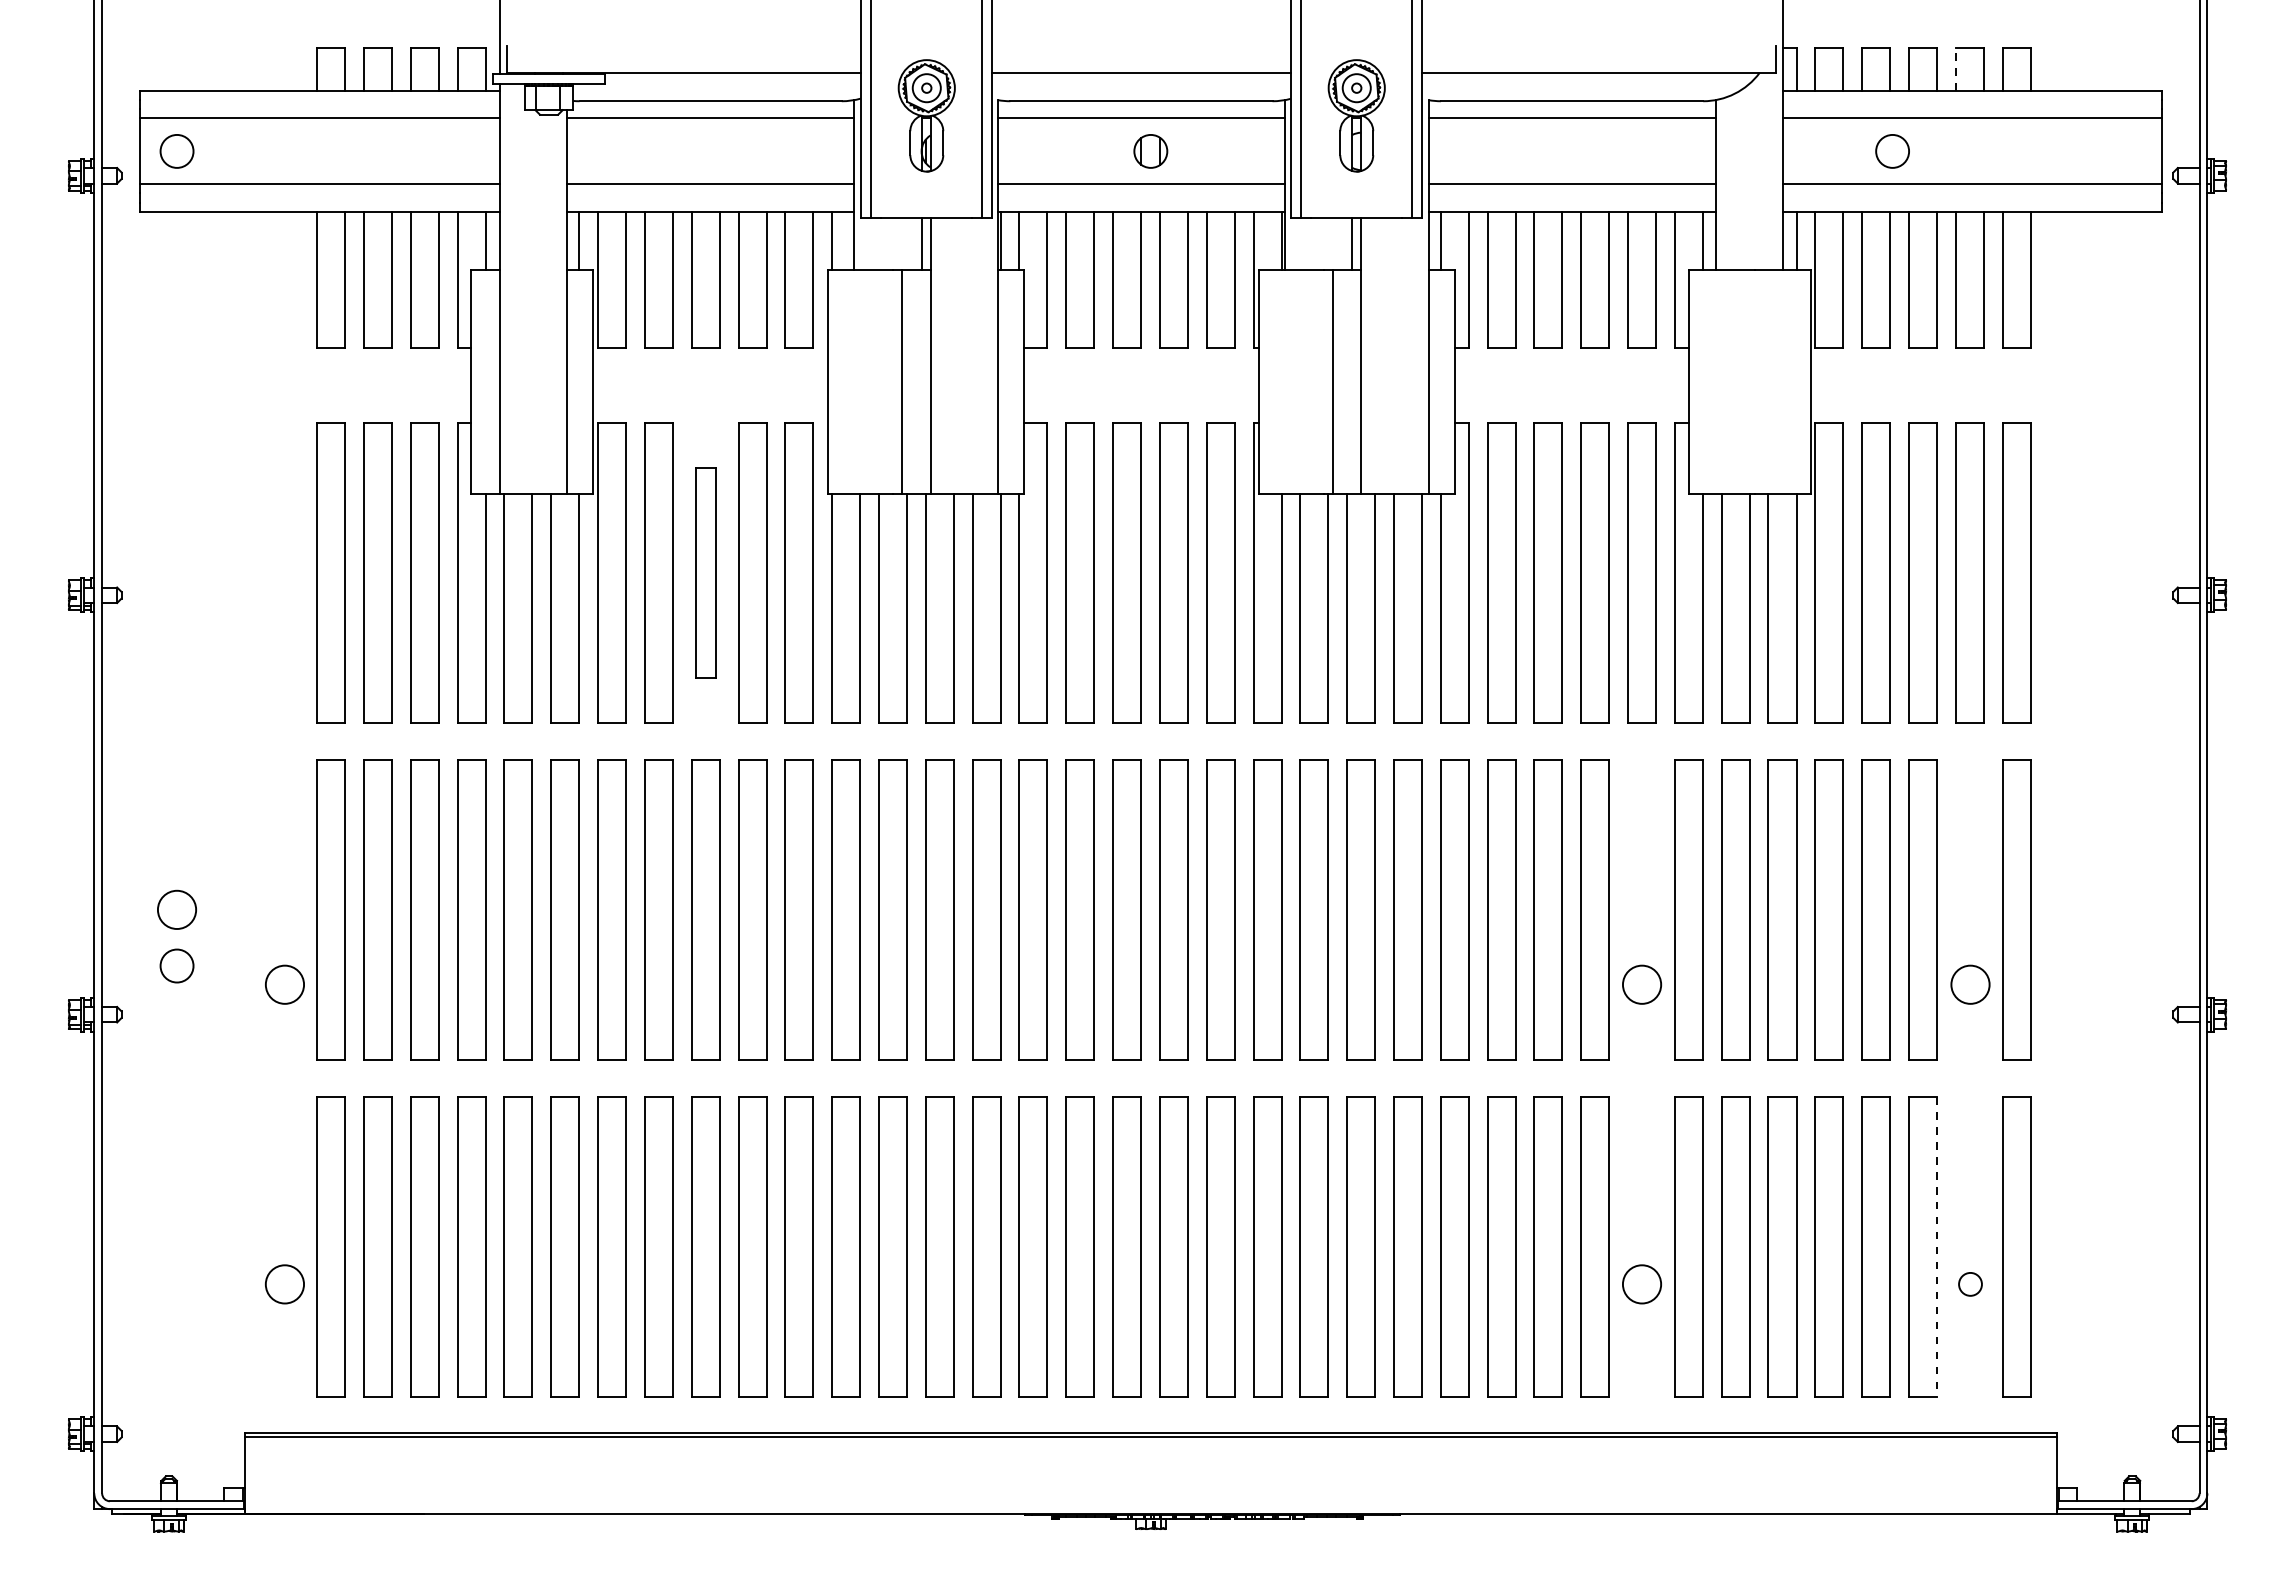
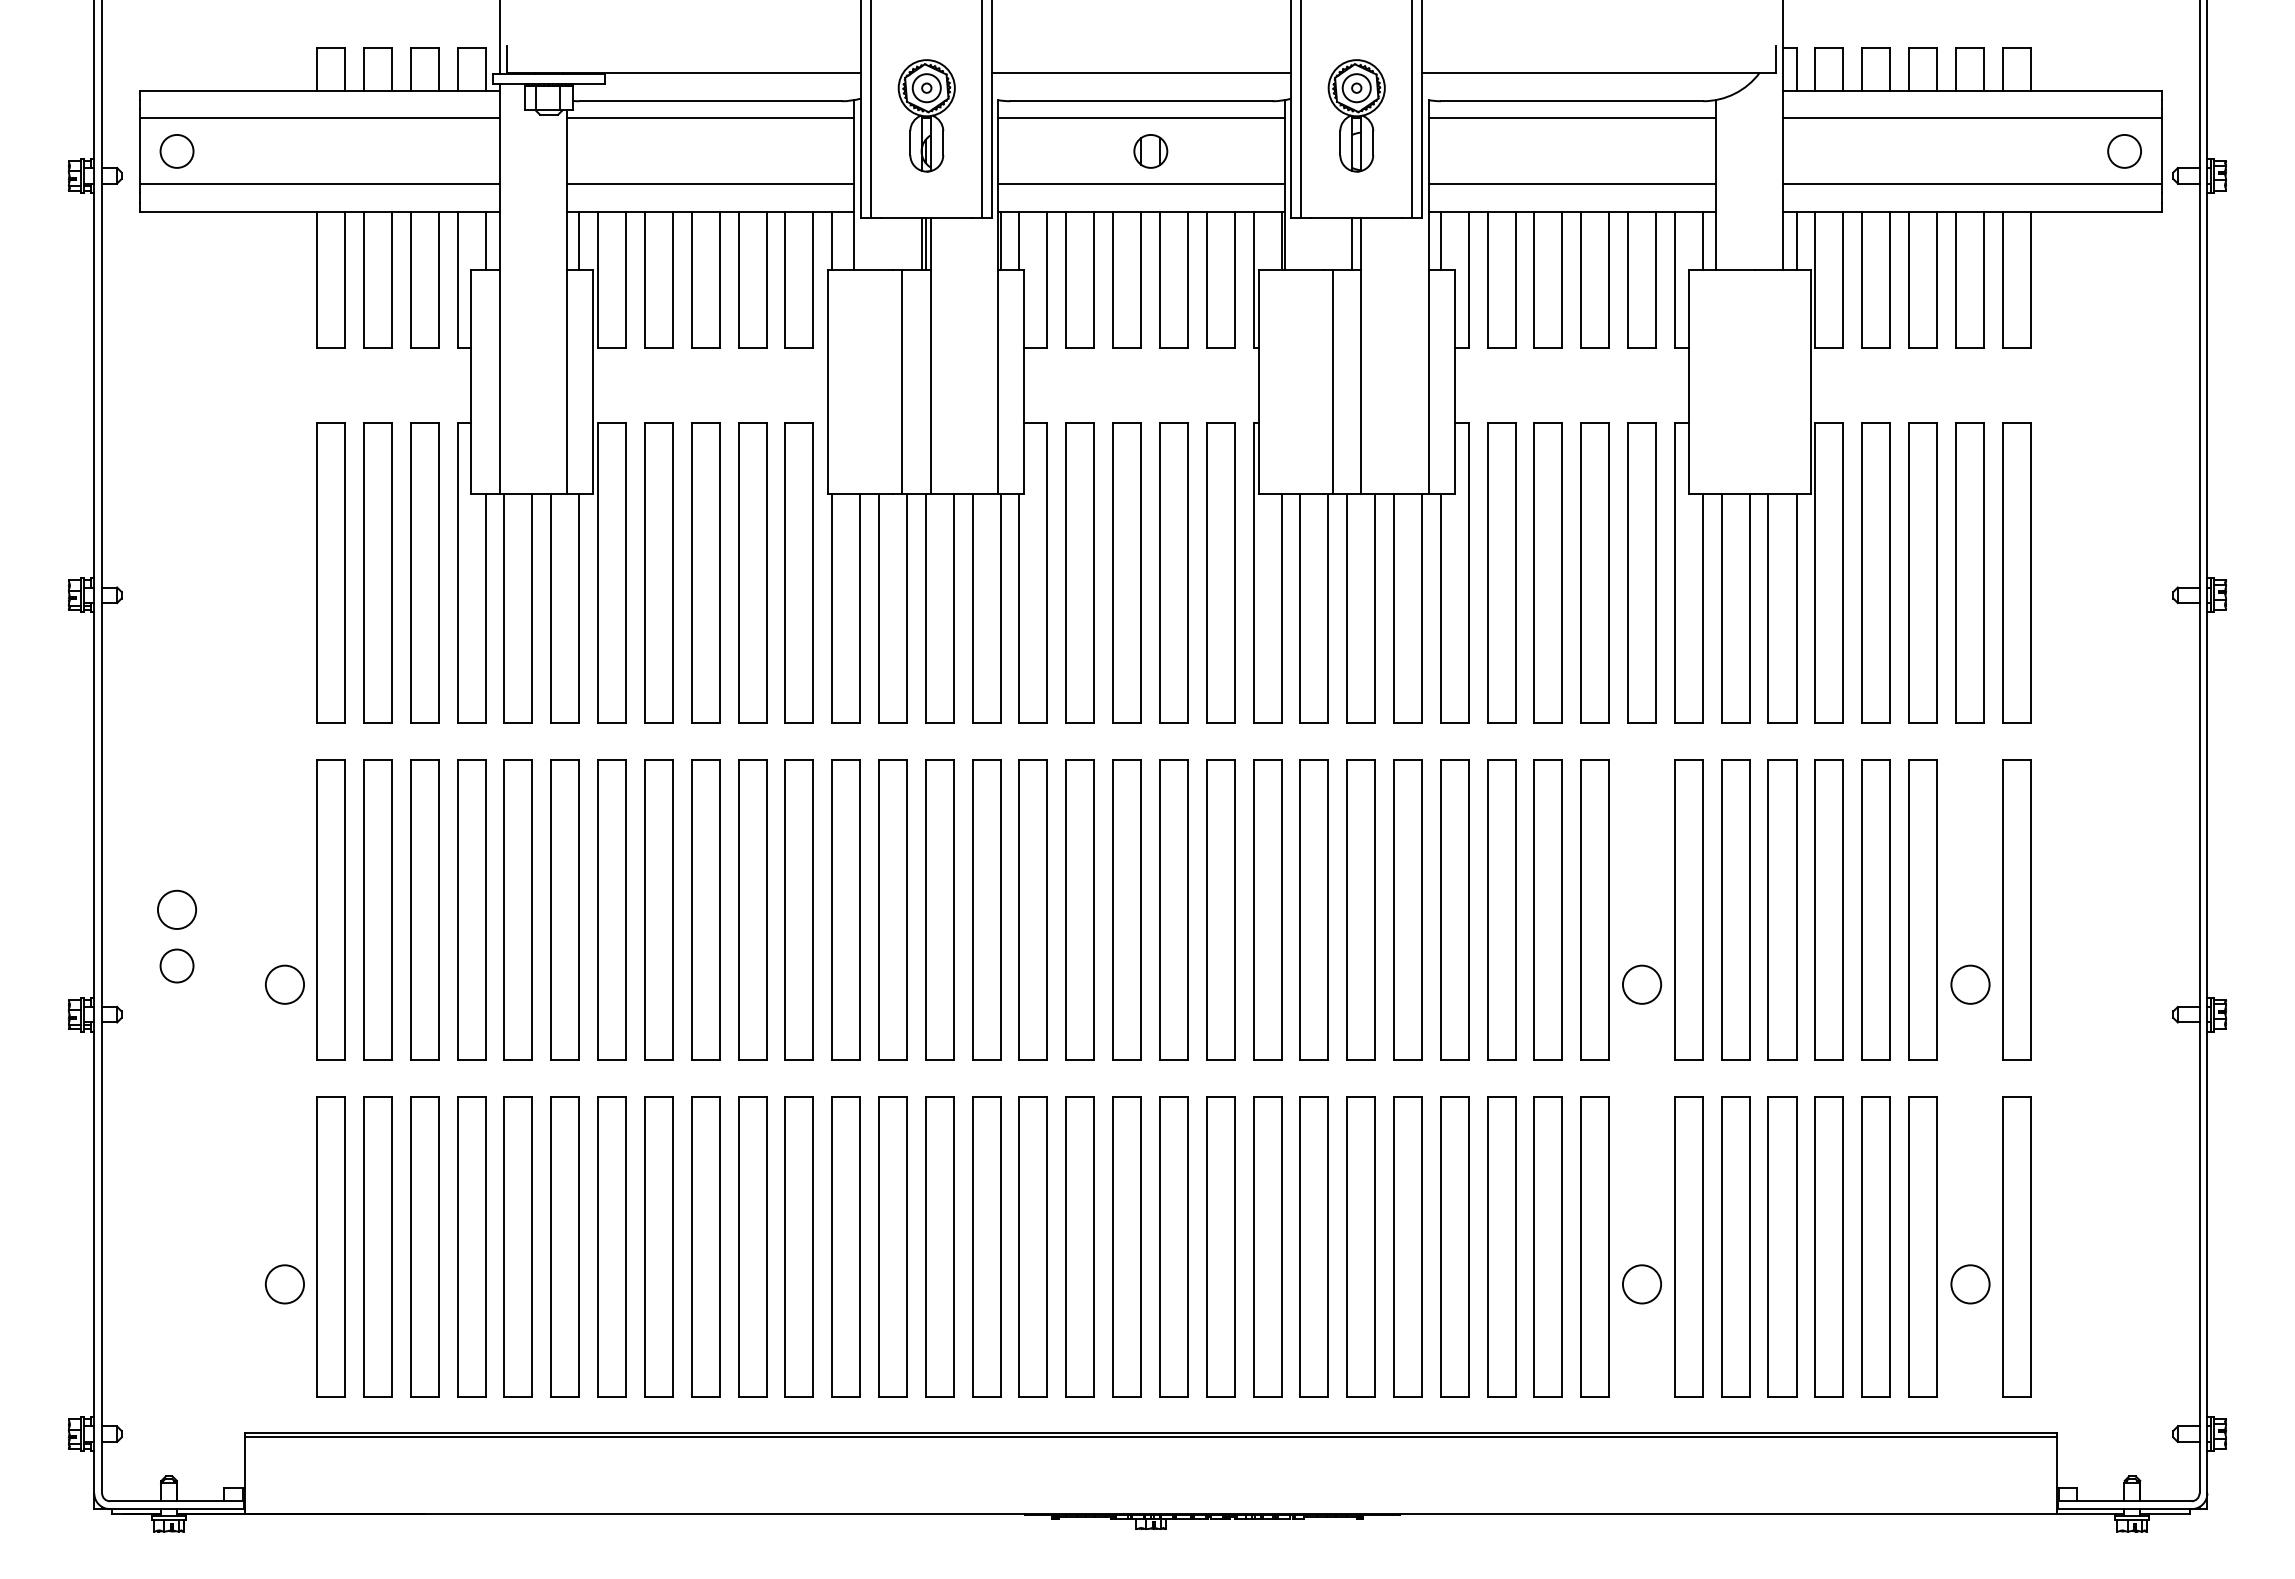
line at (1955, 69): dashed -> solid
circle at (1892, 151) position: (1892, 151) -> (2124, 151)
line at (925, 243): none -> present
part at (705, 572) size: 22x212 px -> 30x302 px
line at (1936, 1246): dashed -> solid
circle at (1970, 1283) diameter: 23 px -> 38 px
